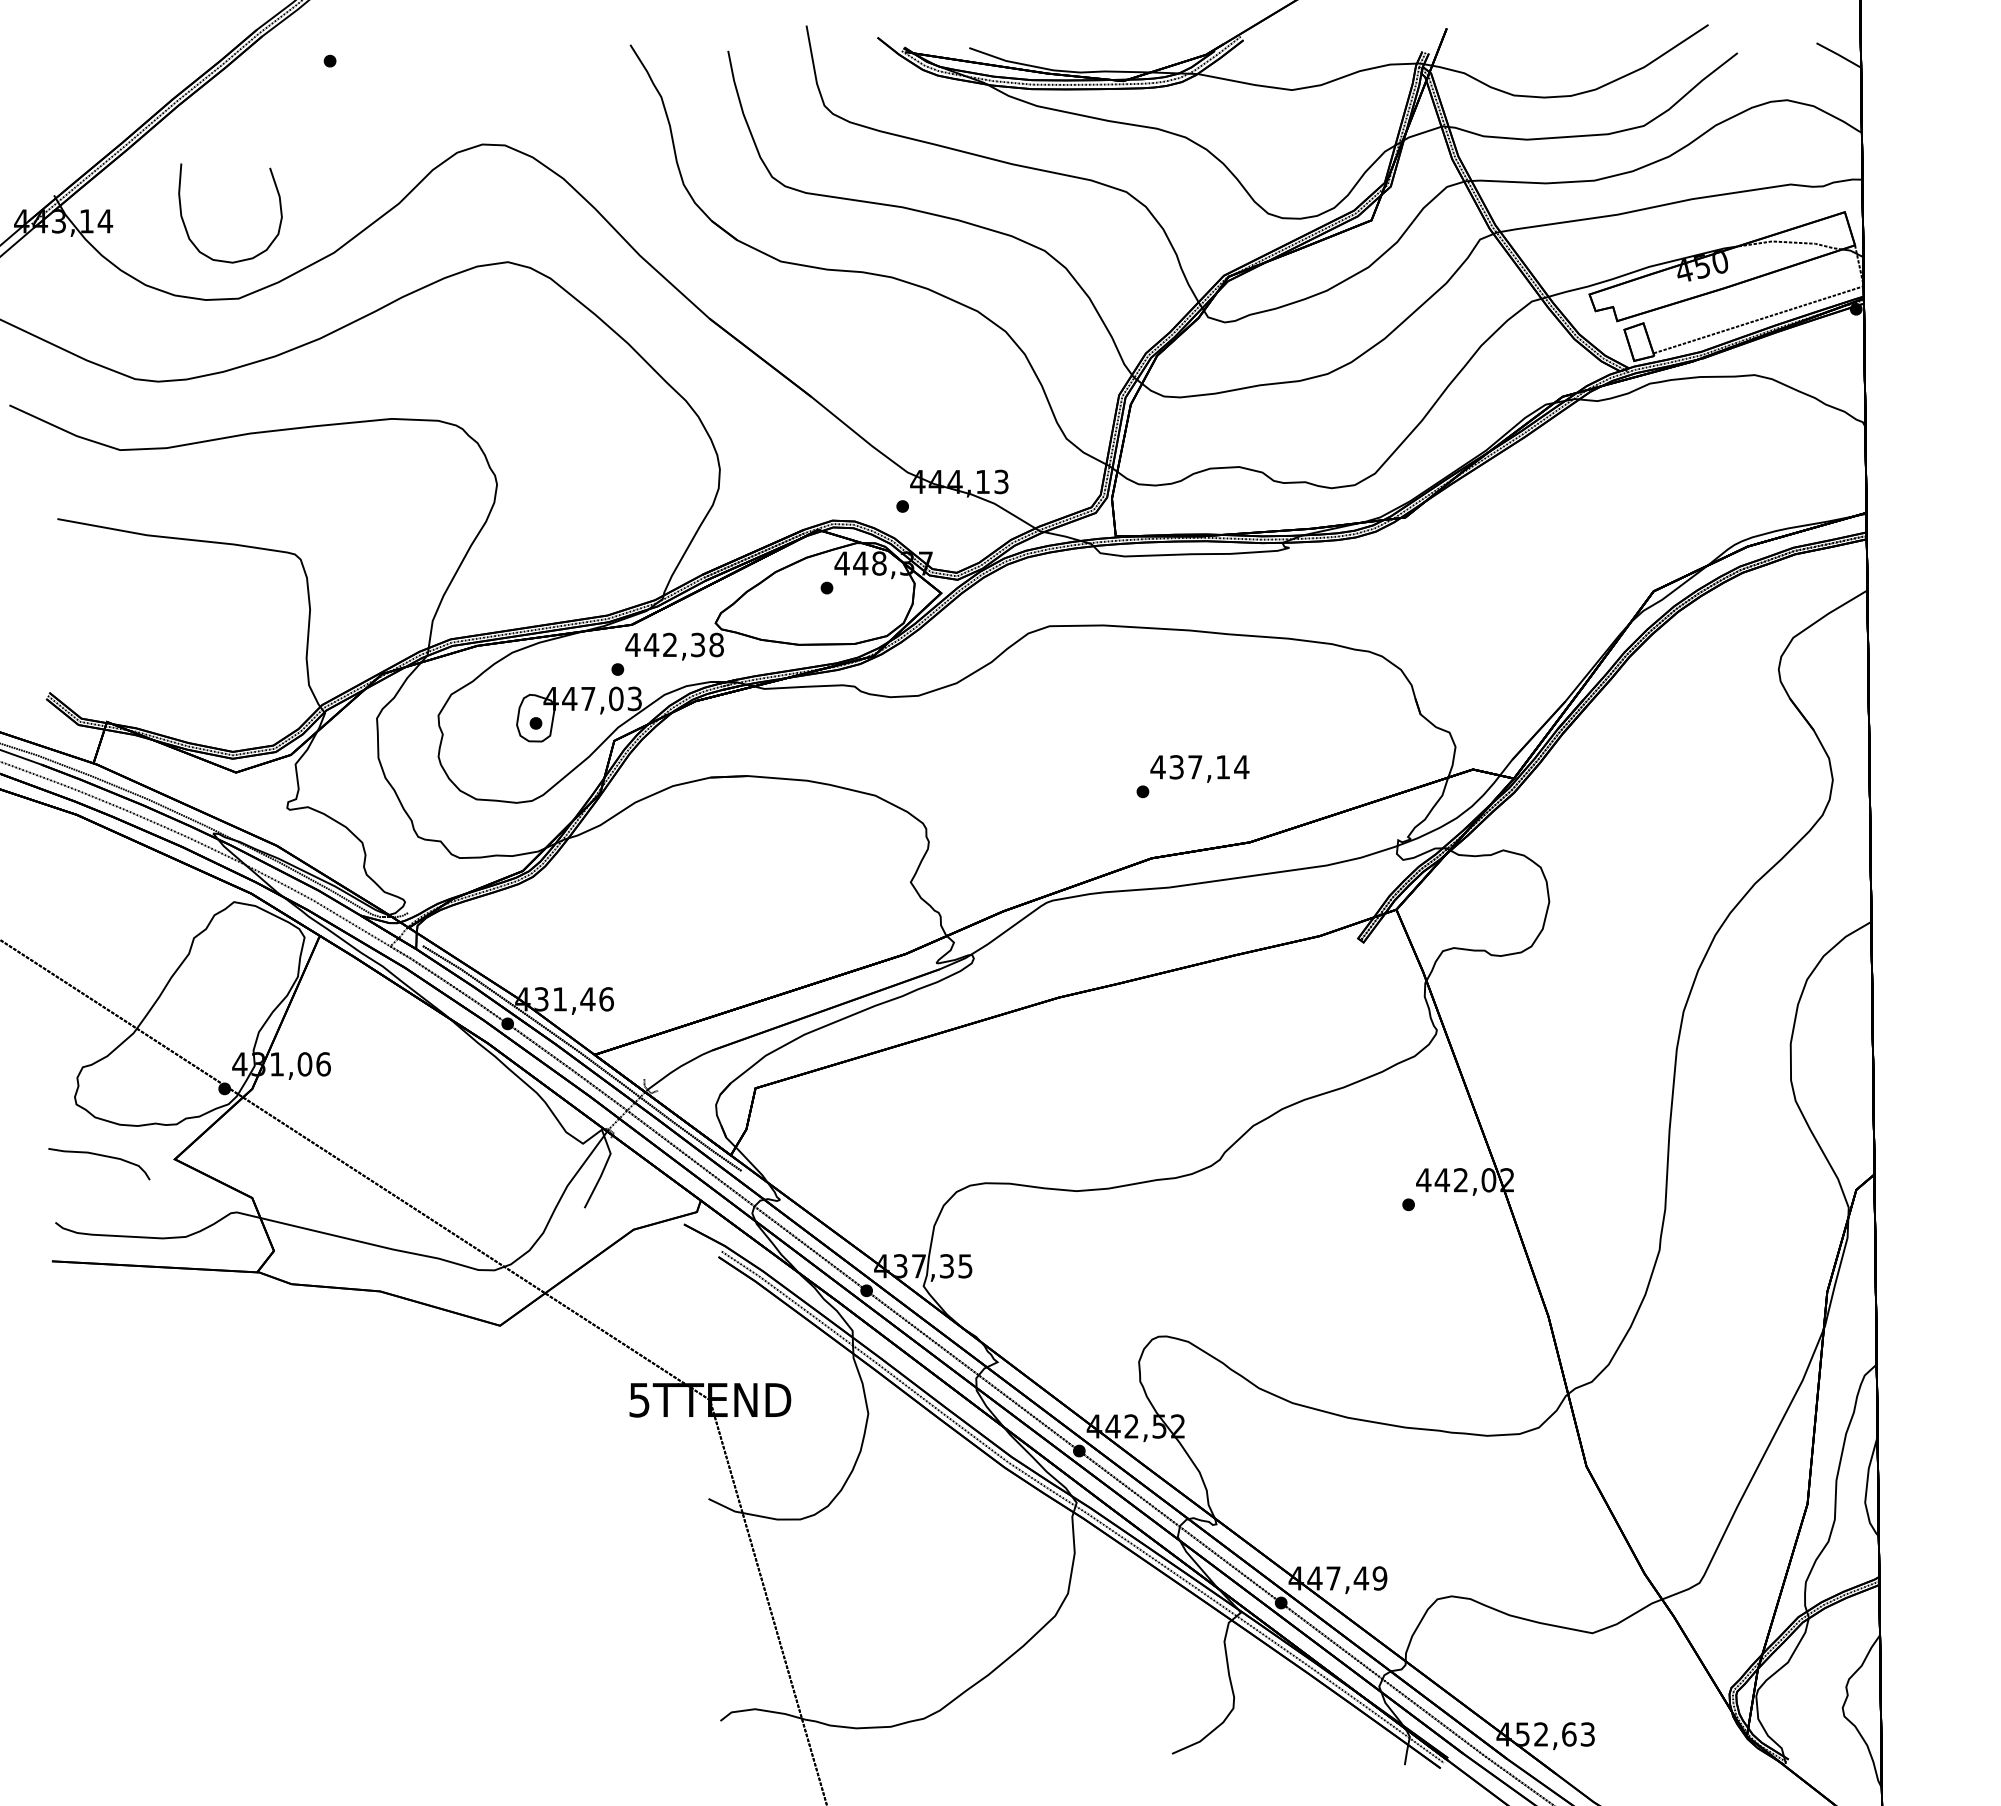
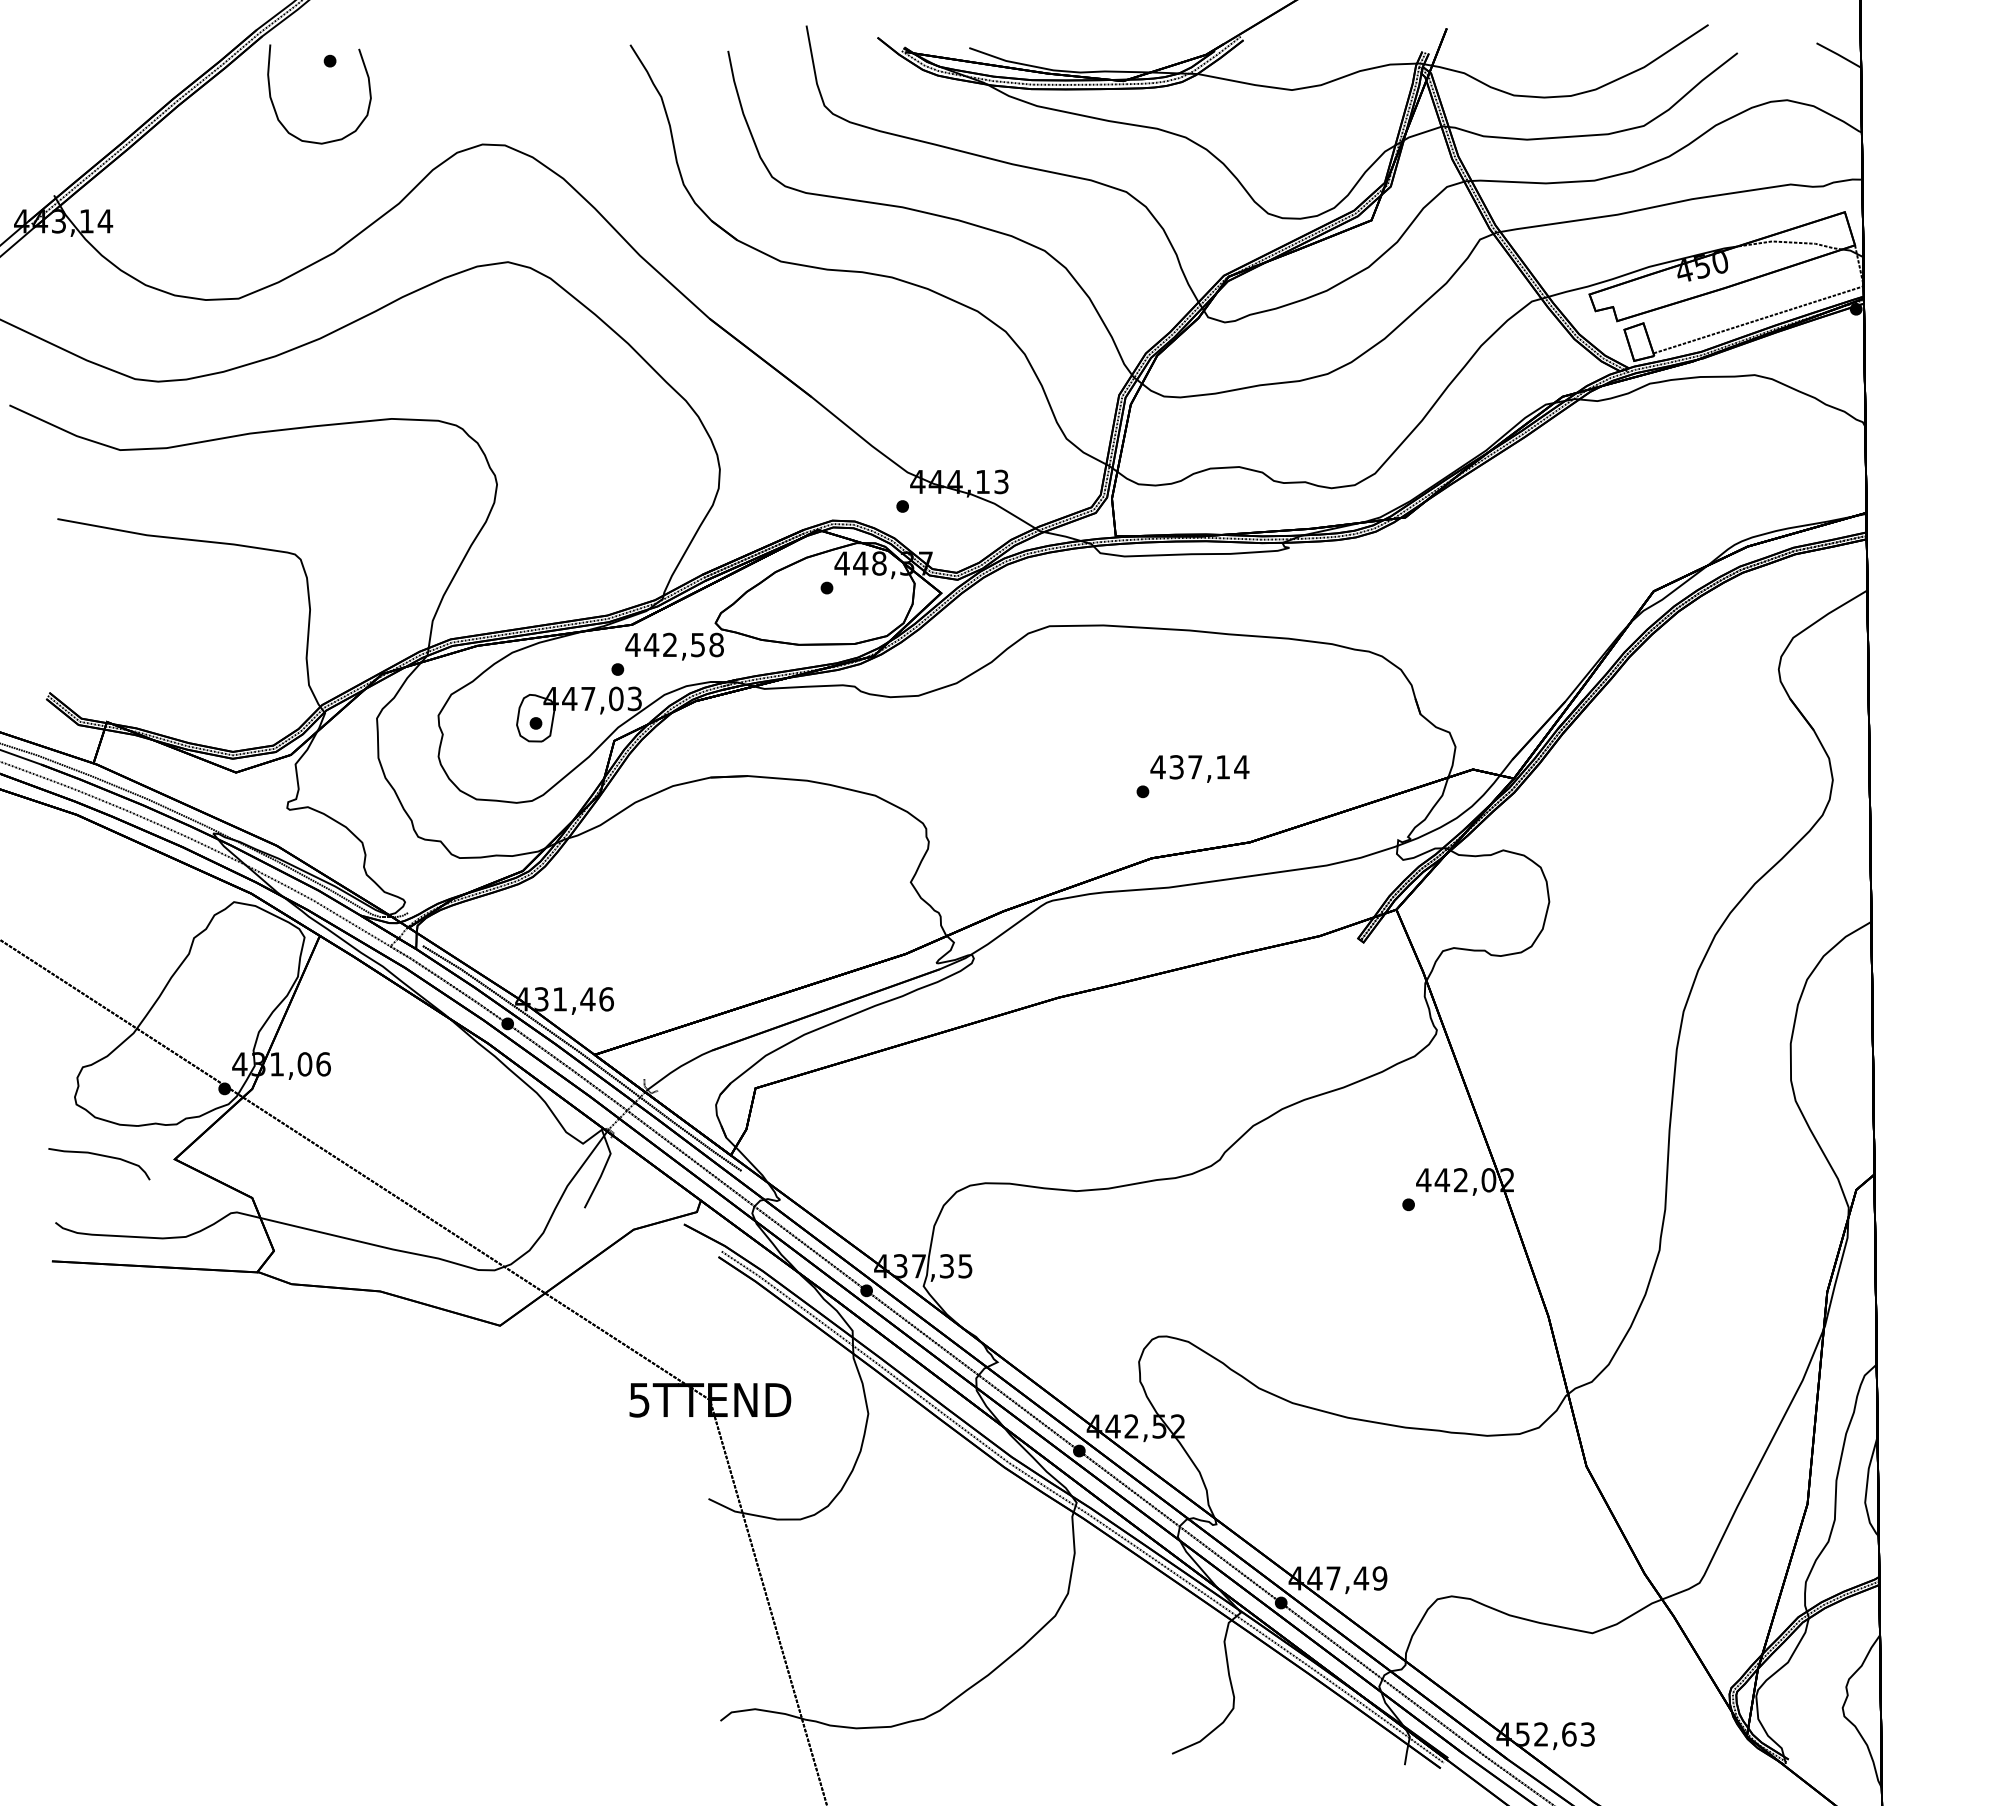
curve at (186, 227) position: (186, 227) -> (275, 108)
text at (697, 644): 442,38 -> 442,58
